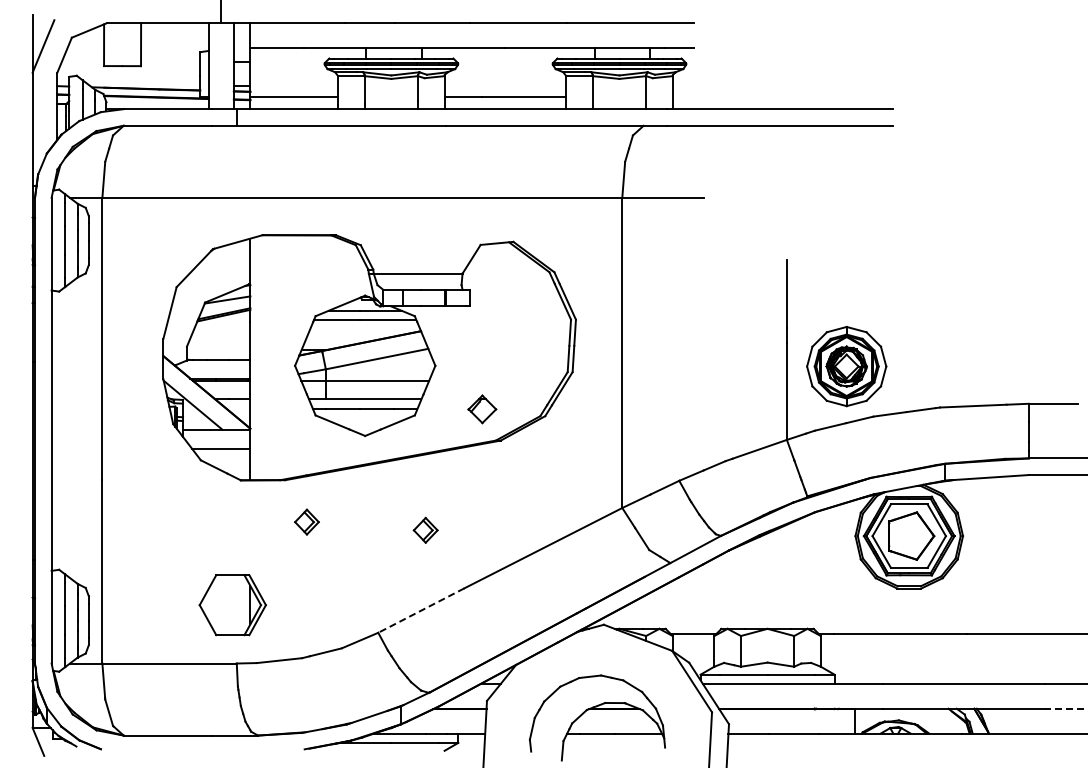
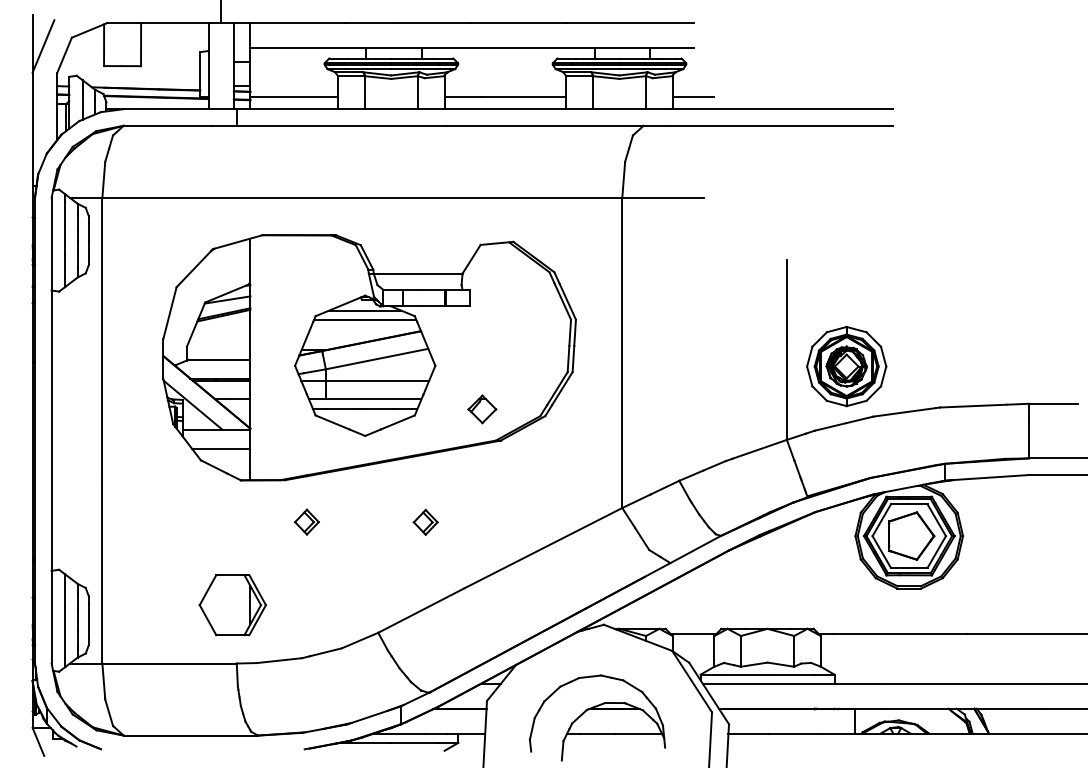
line at (693, 97): none -> present
part at (425, 529) position: (425, 529) -> (425, 521)
line at (420, 610): dashed -> solid
line at (1065, 708): dashed -> solid
